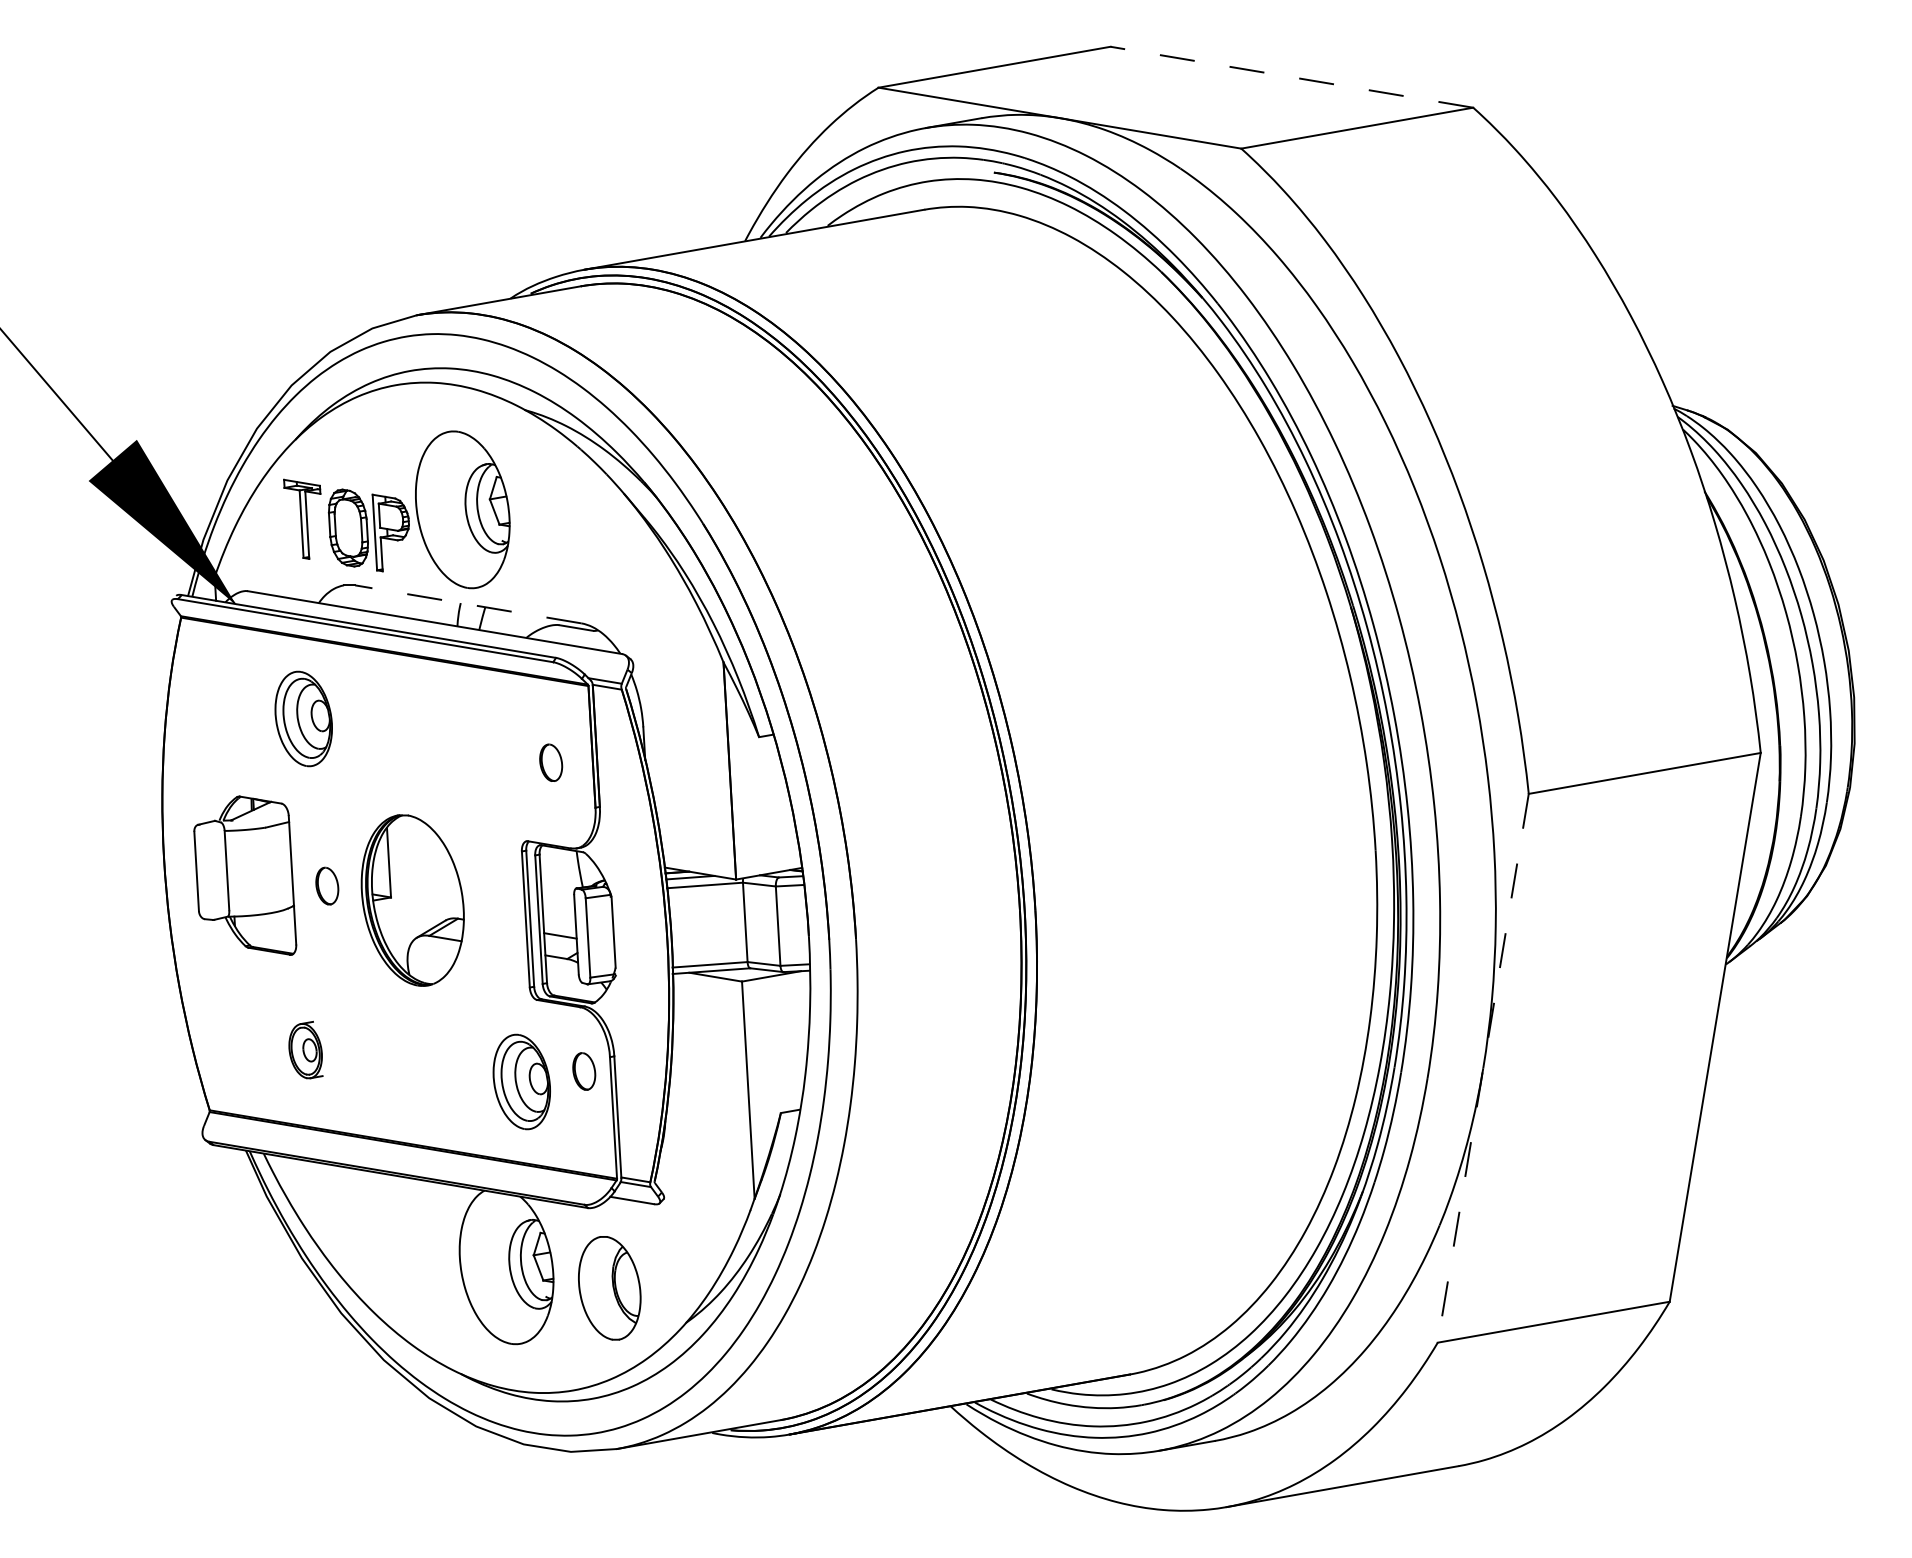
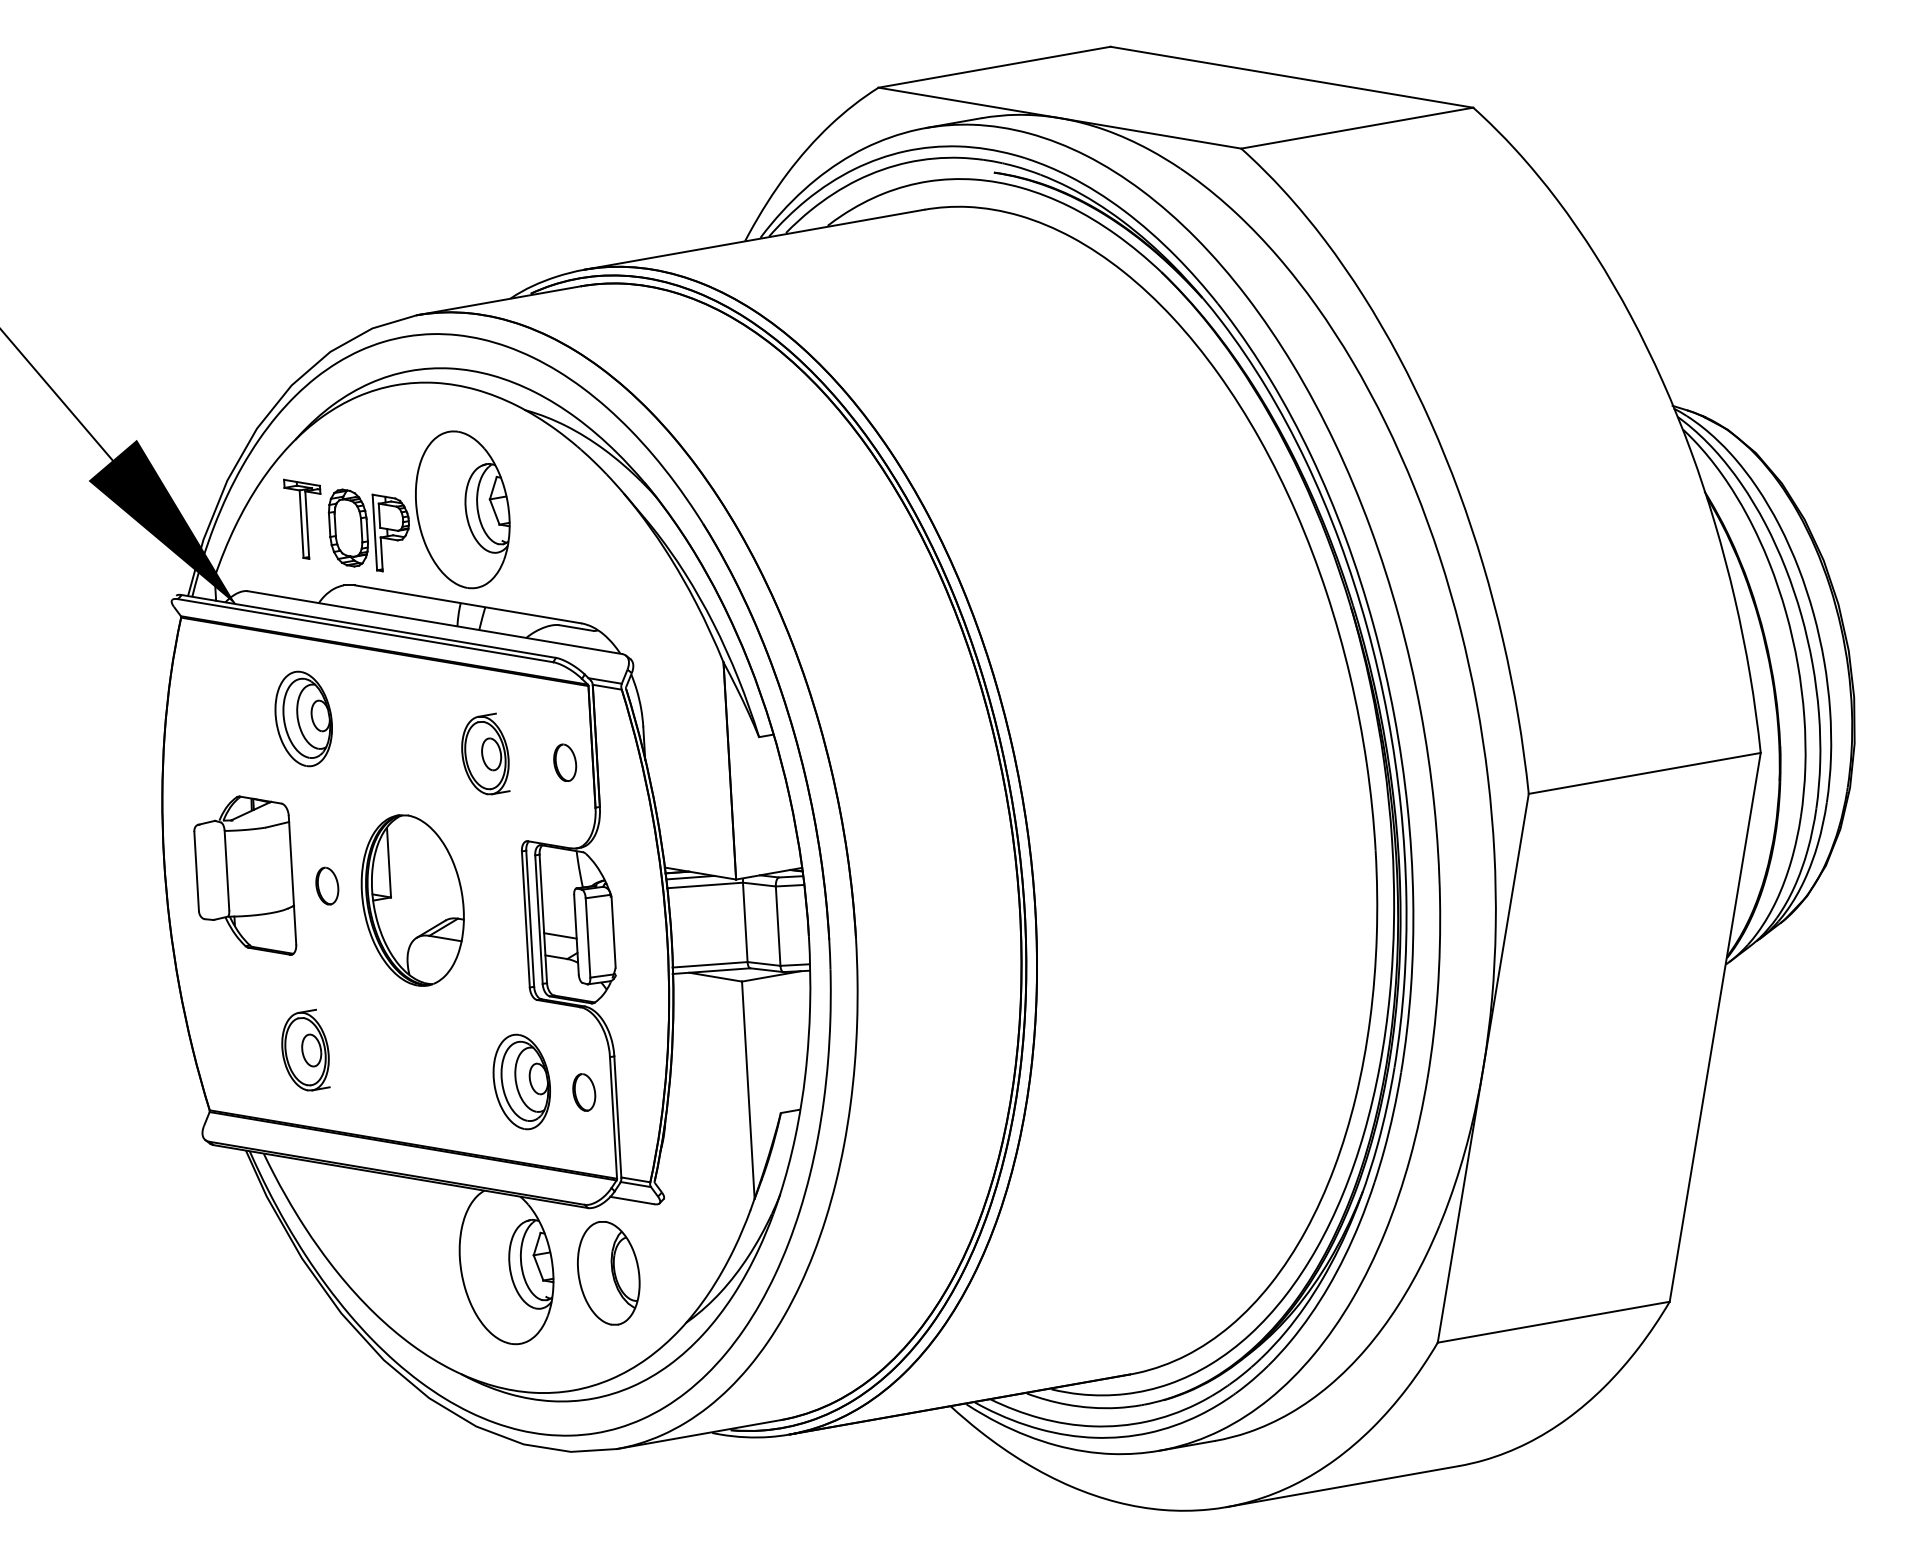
line at (1291, 77): dashed -> solid
line at (468, 604): dashed -> solid
part at (485, 753): none -> present
part at (551, 762) position: (551, 762) -> (565, 762)
part at (305, 1049) size: 36x60 px -> 50x84 px
line at (1483, 1068): dashed -> solid
part at (584, 1071) position: (584, 1071) -> (584, 1092)
part at (609, 1288) position: (609, 1288) -> (608, 1273)
